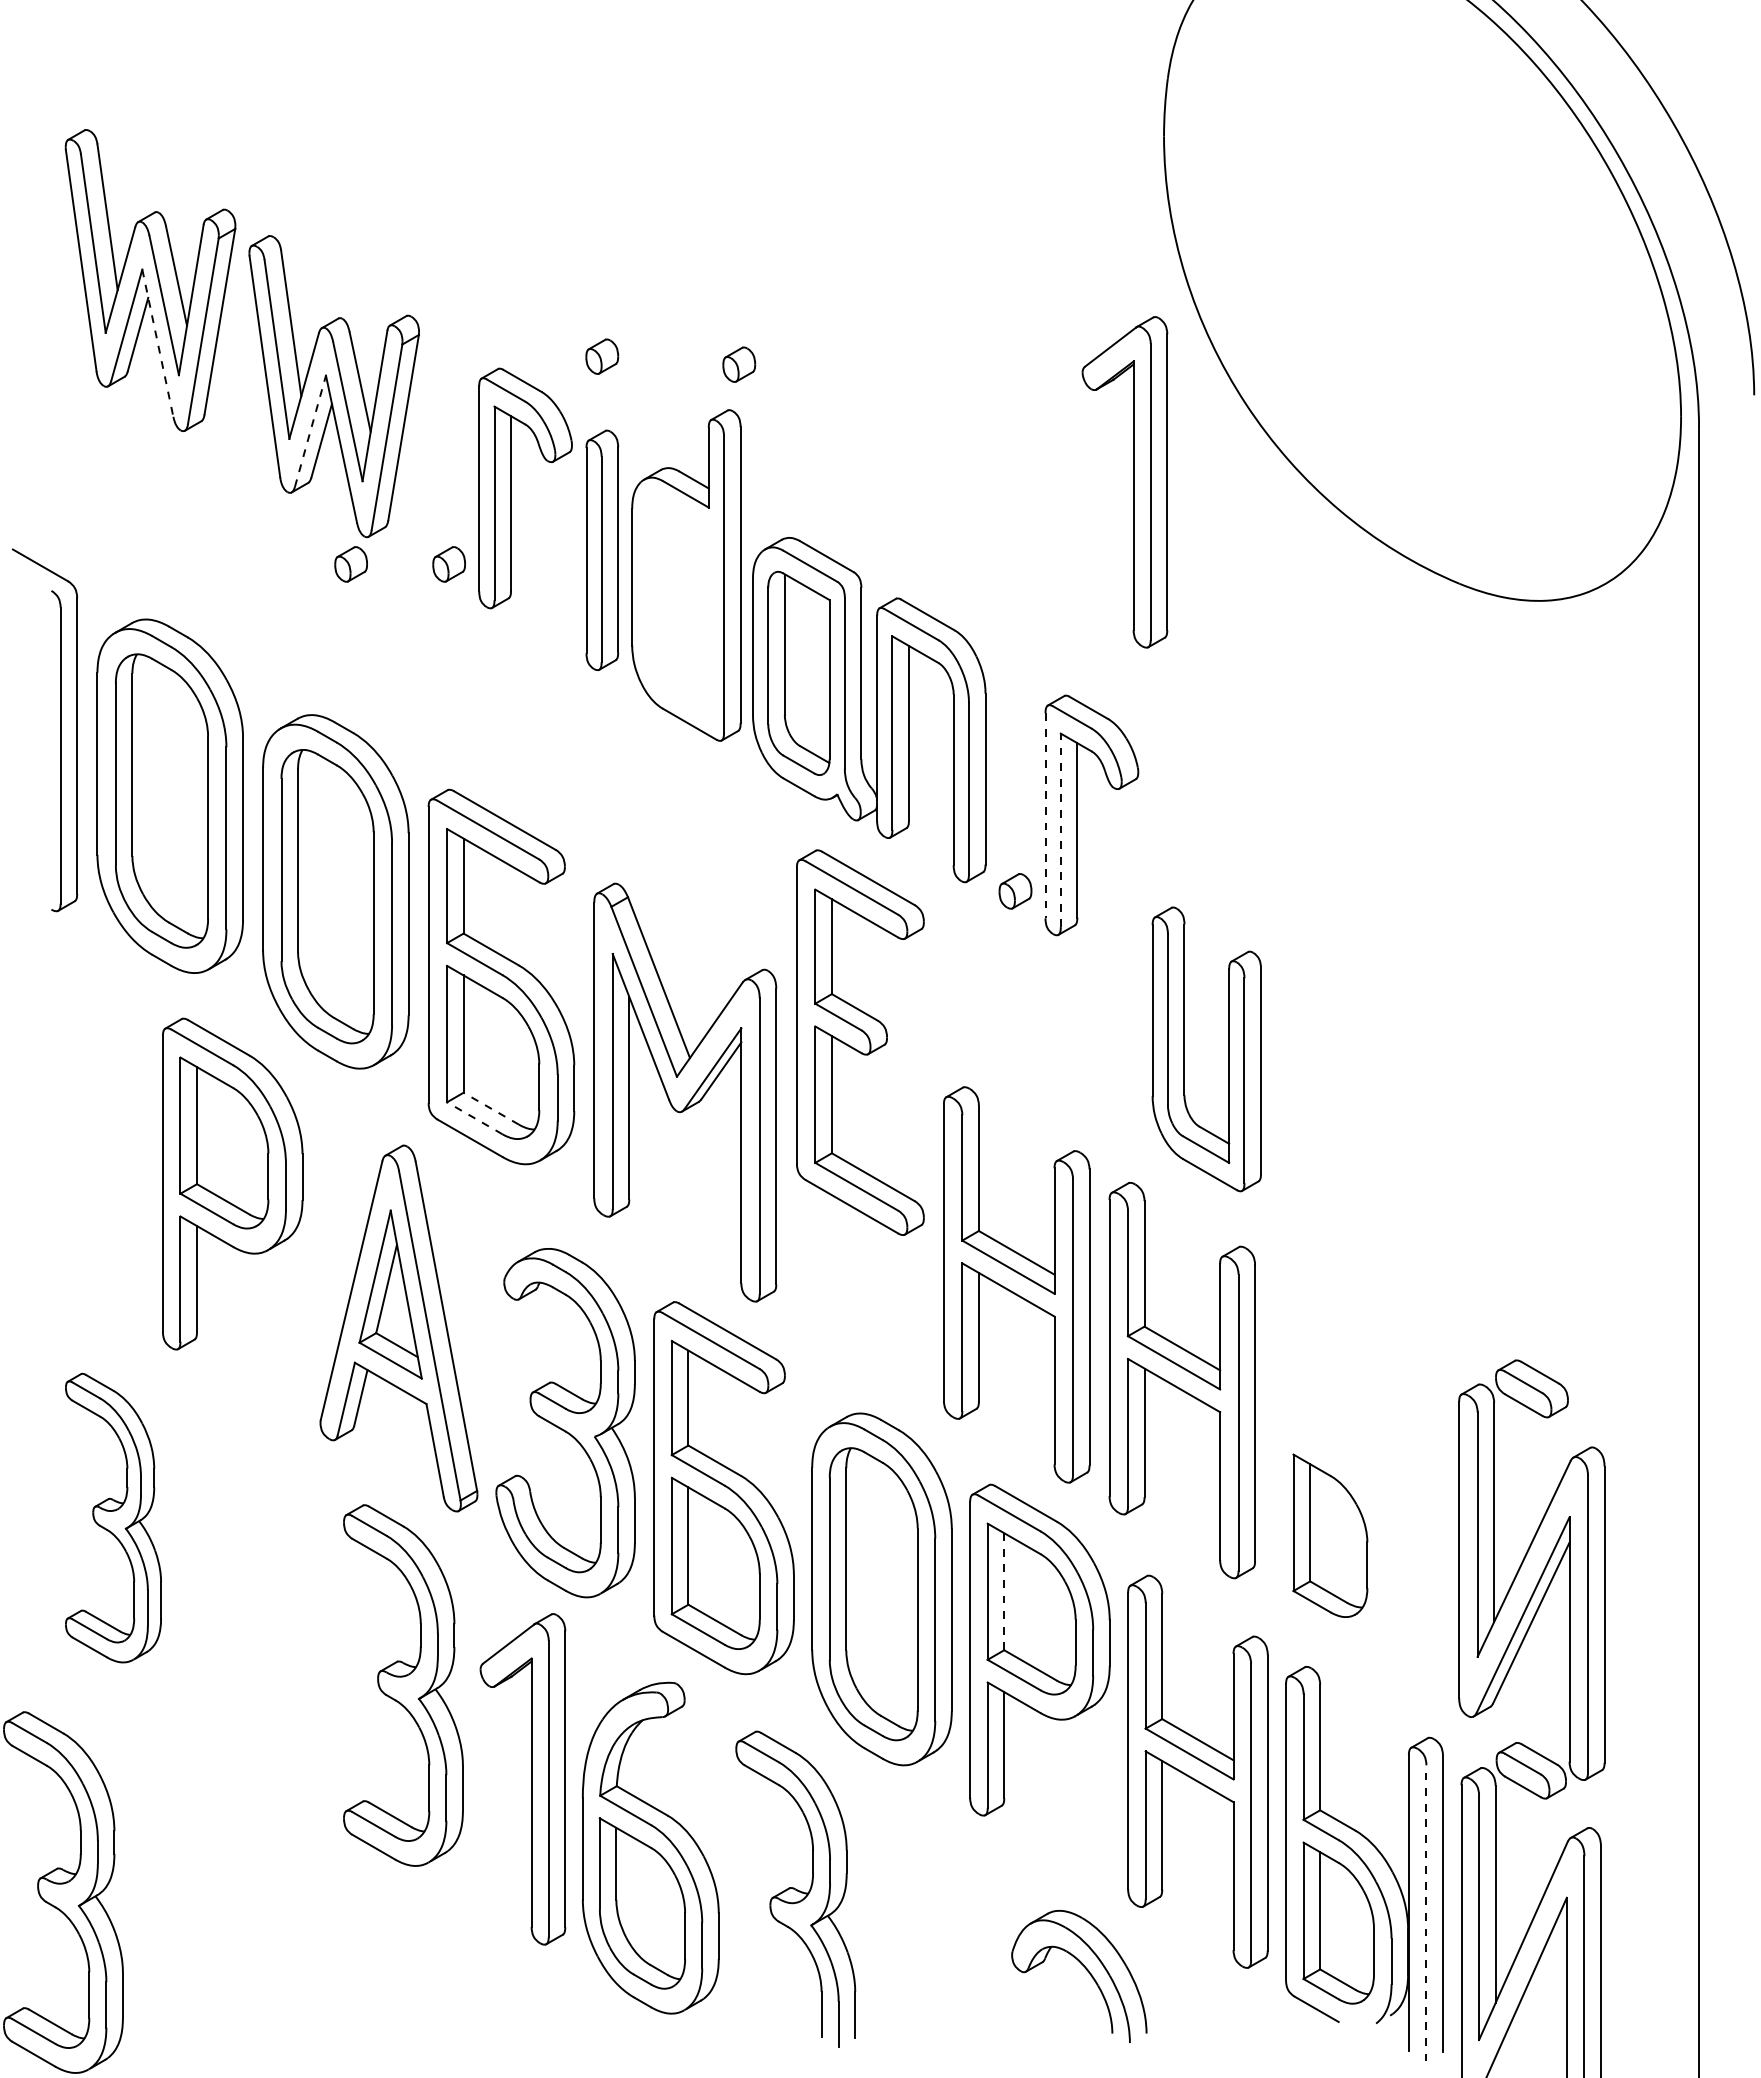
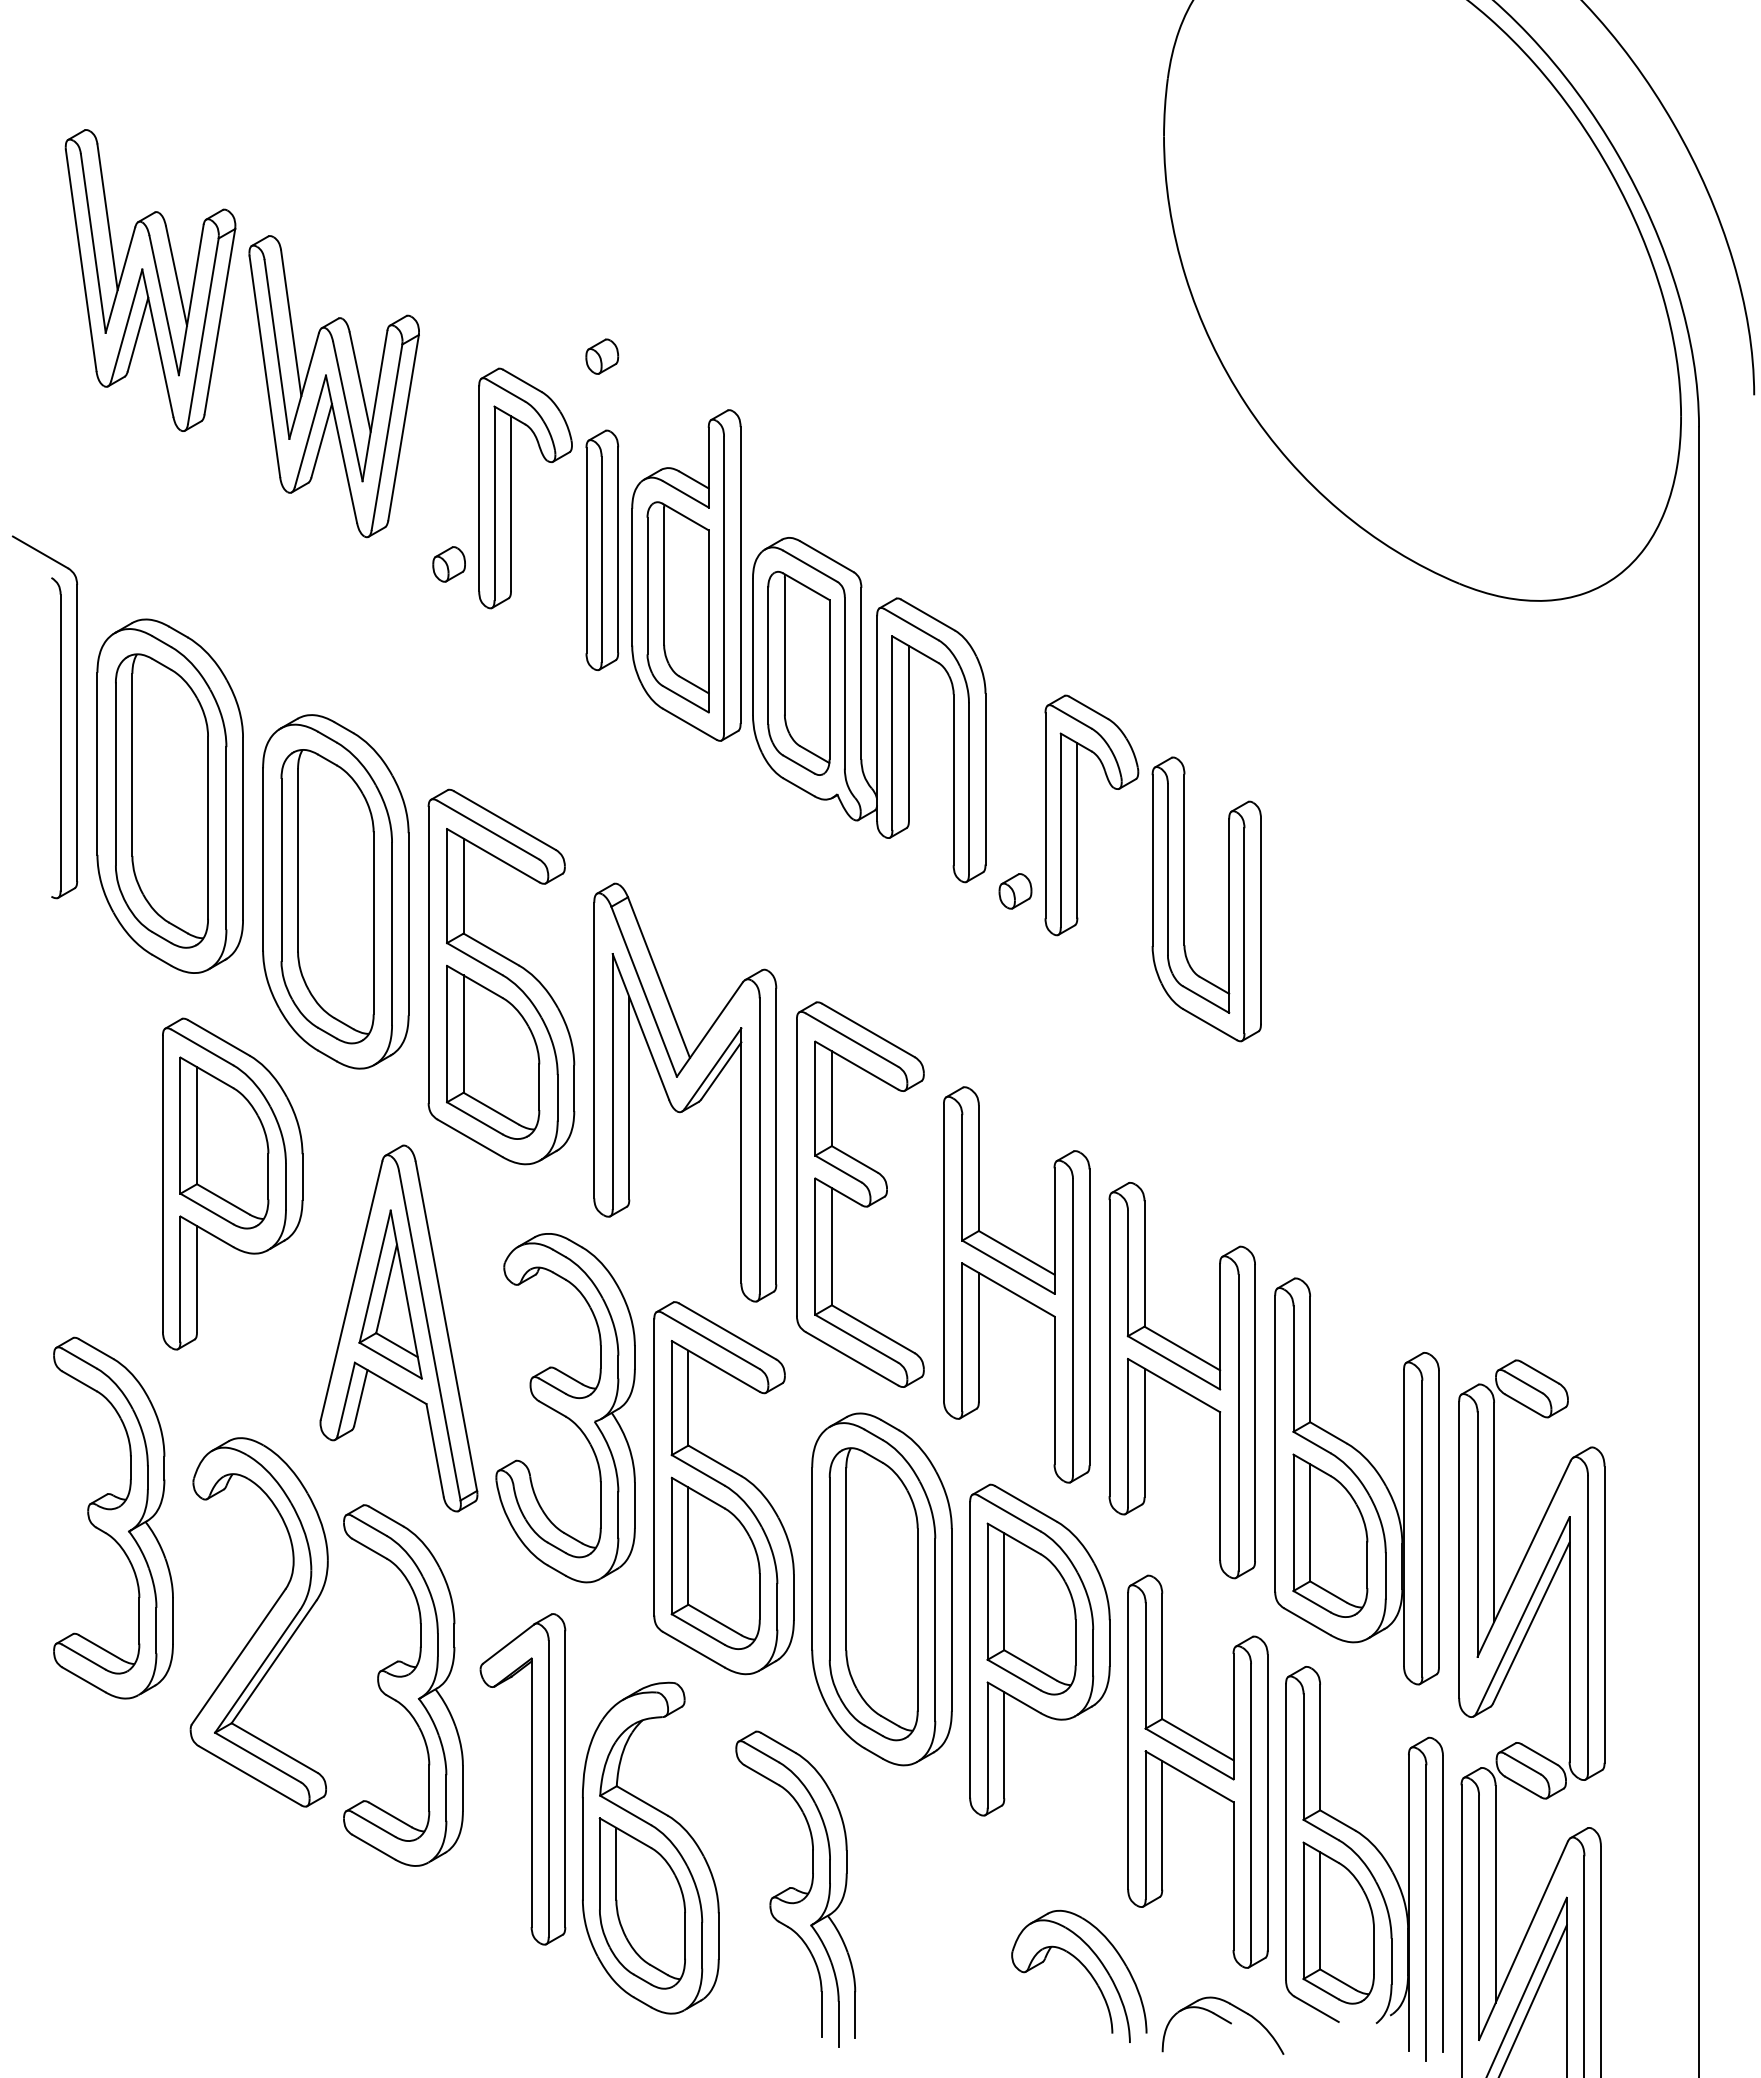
line at (157, 343): dashed -> solid
part at (739, 364): present -> none
line at (310, 431): dashed -> solid
part at (1133, 482): present -> none
part at (350, 564): present -> none
part at (677, 607): none -> present
part at (60, 730) position: (60, 730) -> (60, 717)
line at (1045, 816): dashed -> solid
line at (1060, 830): dashed -> solid
part at (860, 1042) position: (860, 1042) -> (860, 1194)
part at (1184, 1049) position: (1184, 1049) -> (1184, 899)
line at (491, 1108): dashed -> solid
line at (474, 1118): dashed -> solid
part at (565, 1423) position: (565, 1423) -> (565, 1408)
part at (1356, 1481): none -> present
part at (113, 1517) size: 97x292 px -> 121x364 px
line at (1004, 1591): dashed -> solid
part at (258, 1622): none -> present
part at (63, 1892): present -> none
line at (1426, 1912): dashed -> solid
line at (1533, 1999): none -> present
part at (1222, 2025): none -> present
